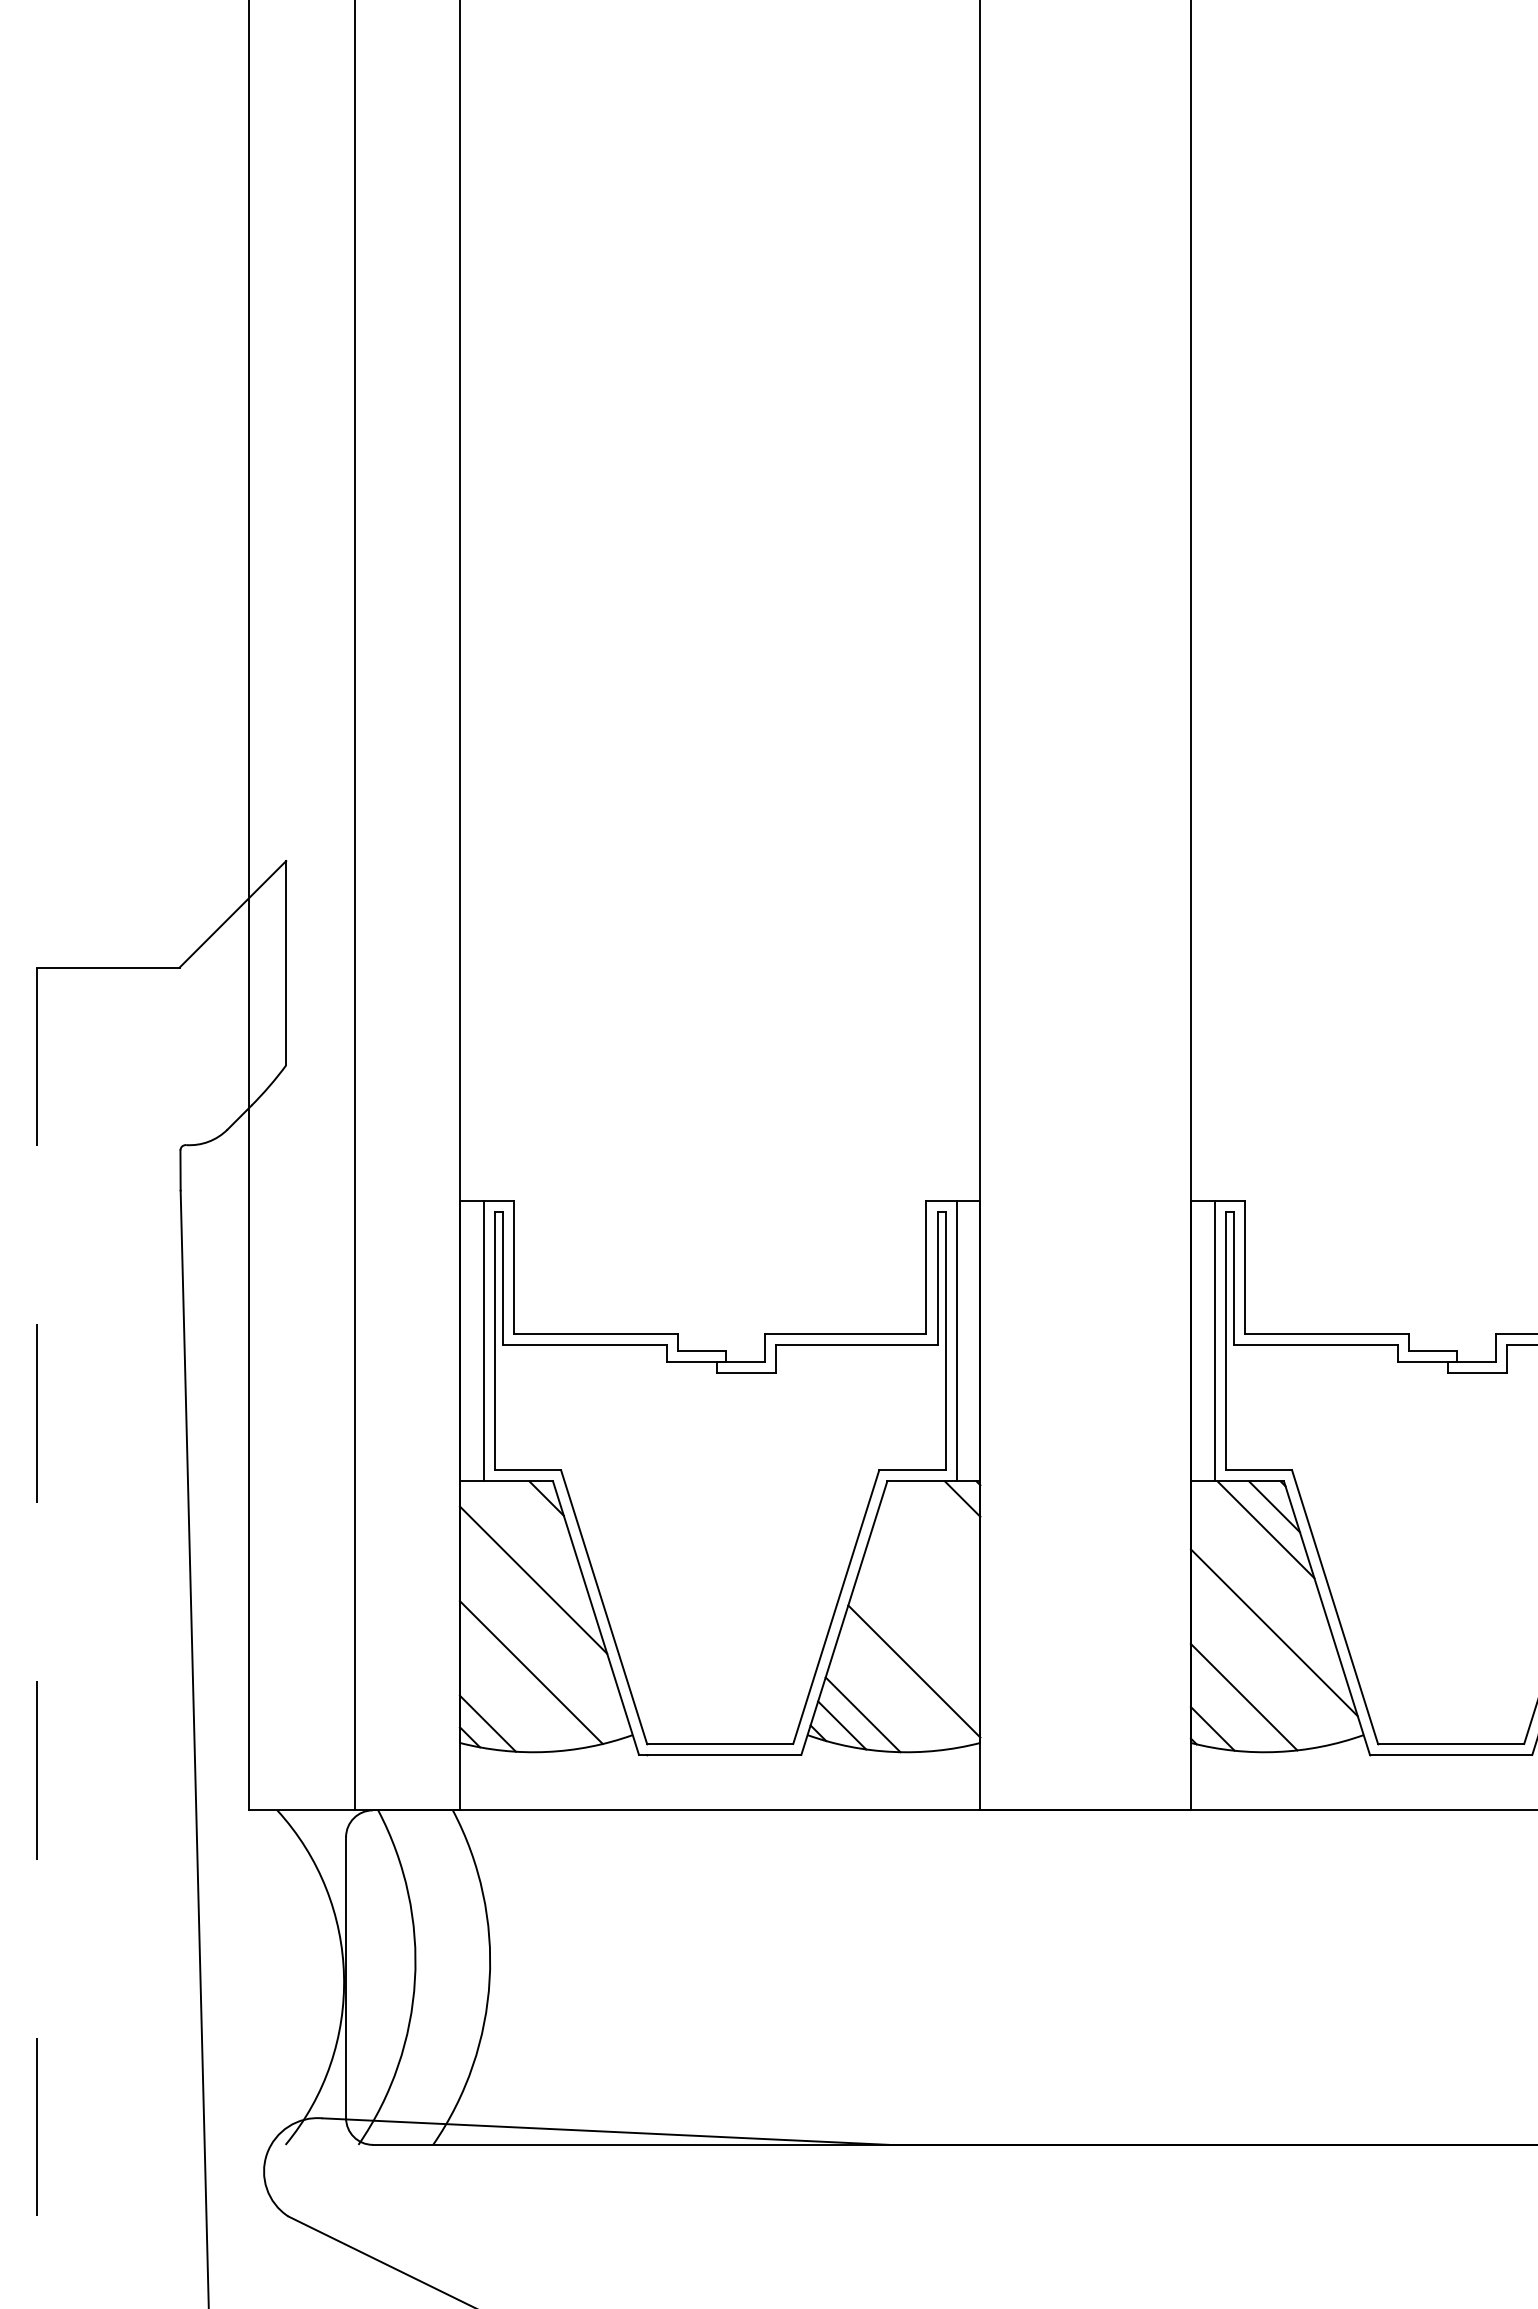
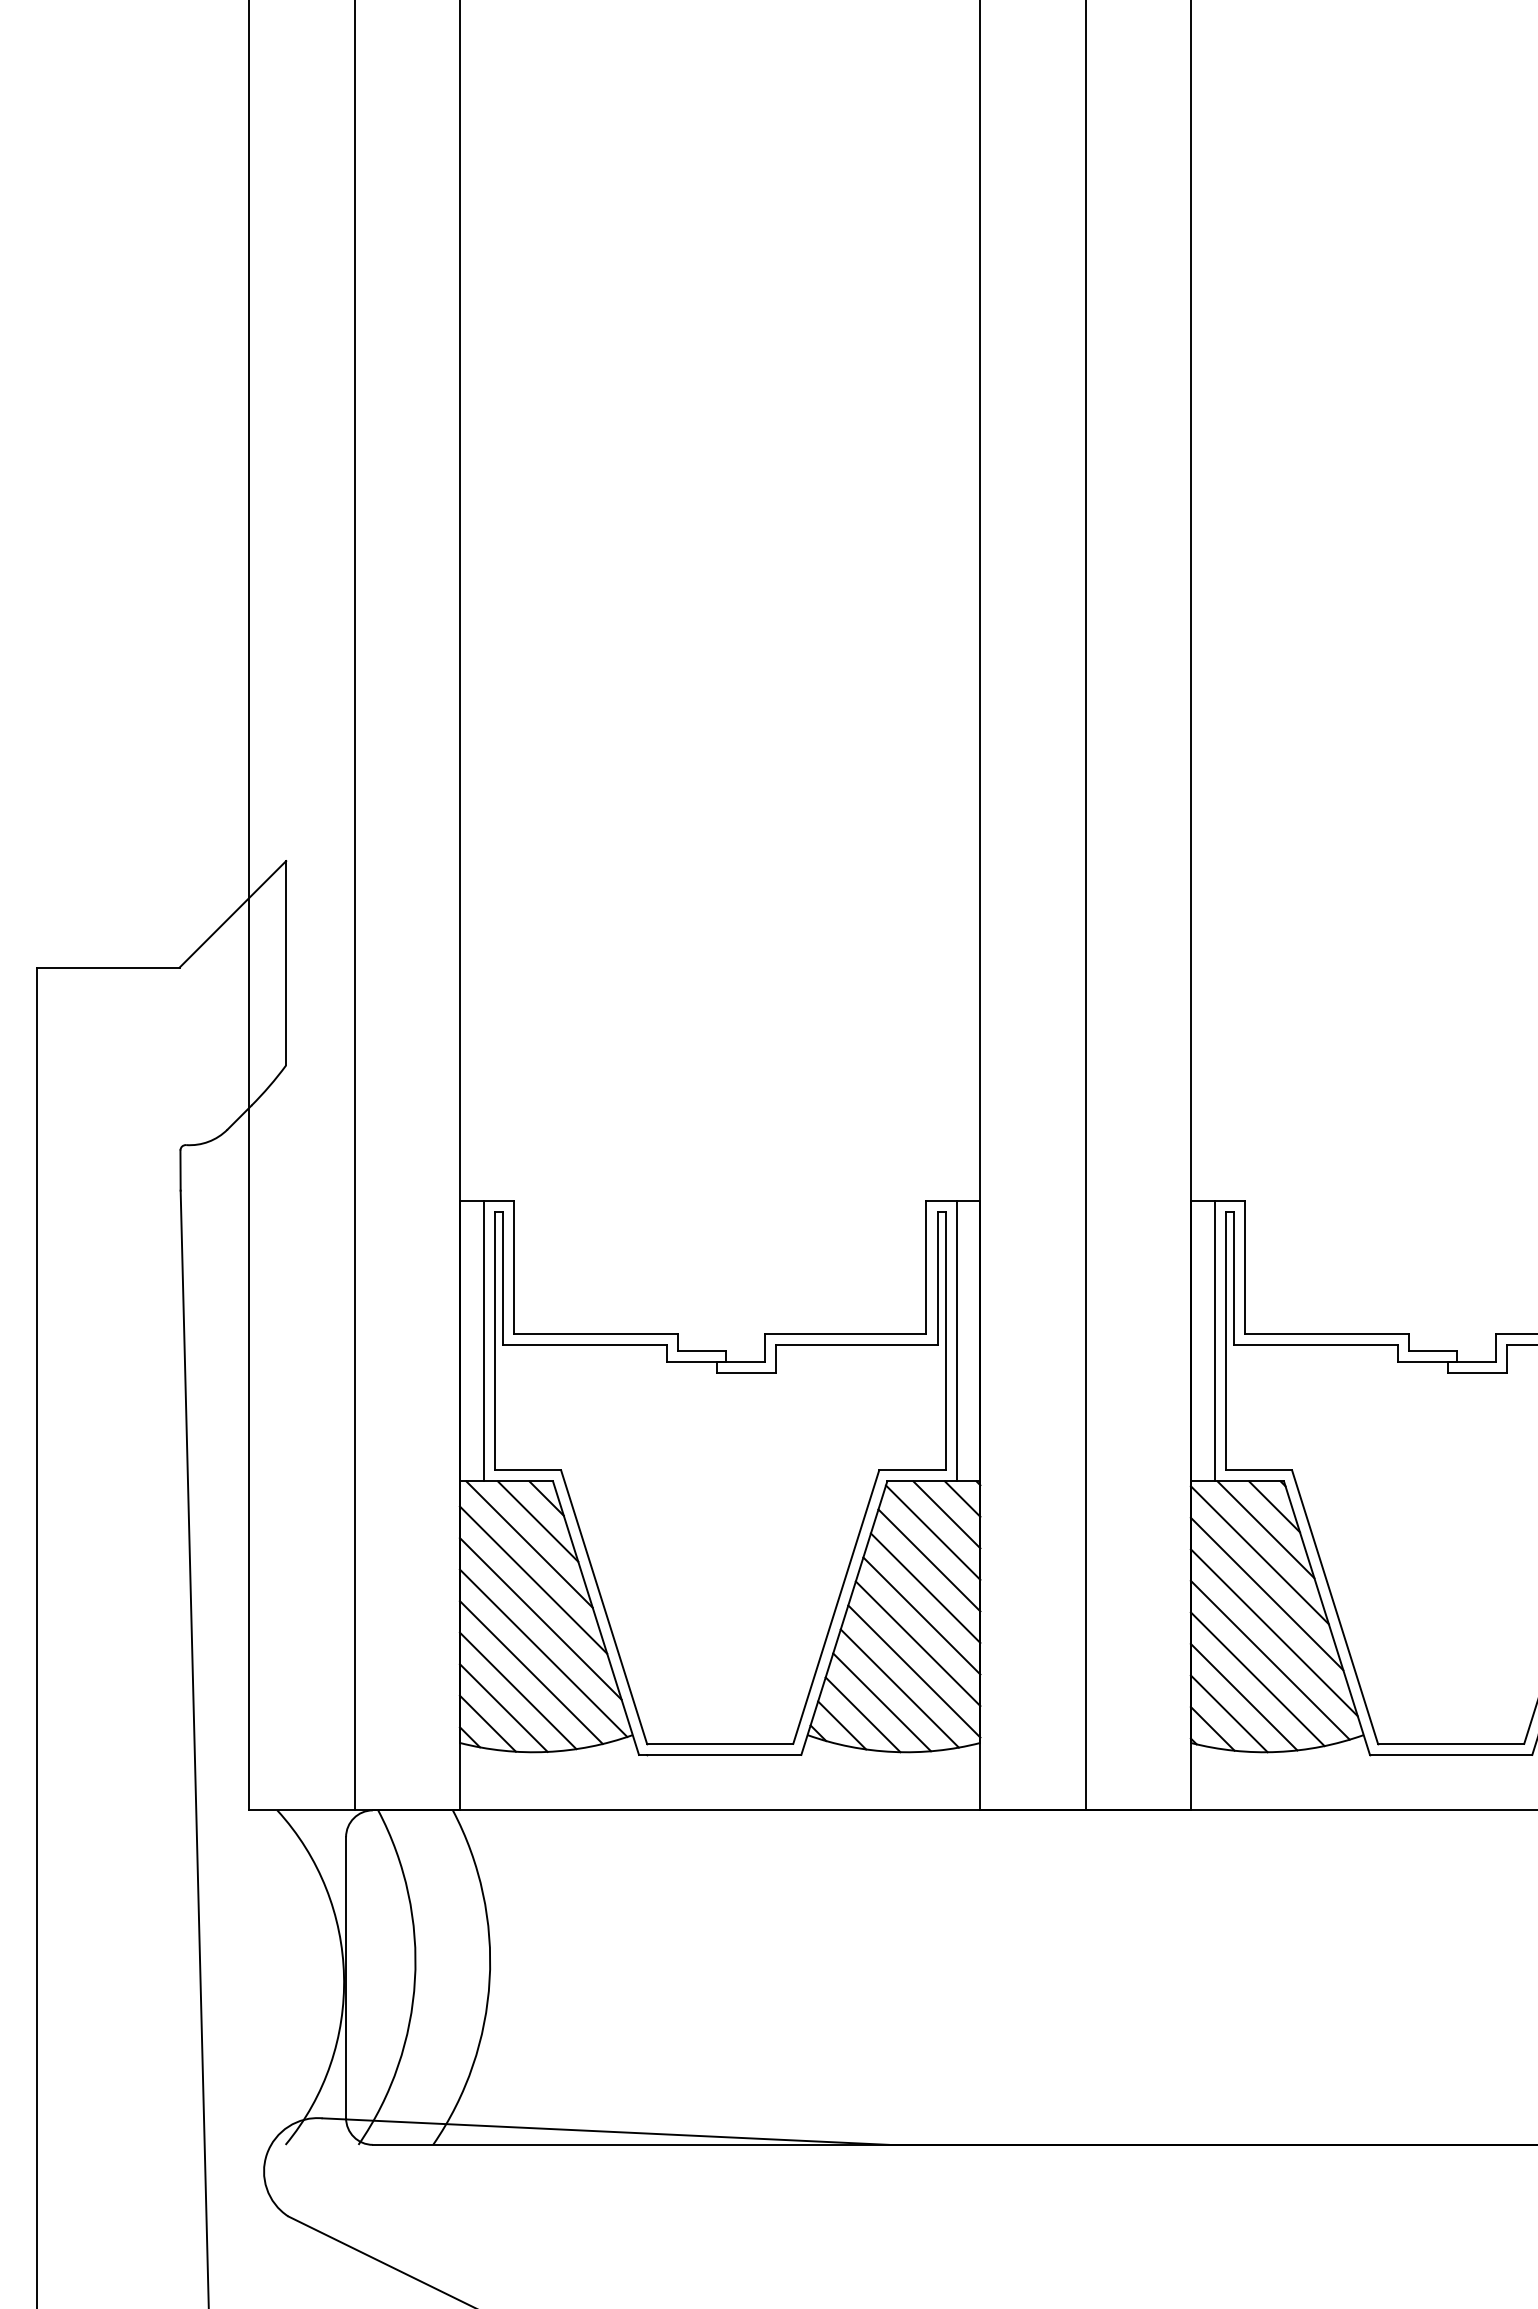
line at (1085, 906): none -> present
line at (946, 1514): none -> present
line at (537, 1521): none -> present
line at (933, 1532): none -> present
line at (529, 1544): none -> present
line at (1259, 1555): none -> present
line at (929, 1560): none -> present
line at (925, 1587): none -> present
line at (1266, 1593): none -> present
line at (921, 1615): none -> present
line at (540, 1618): none -> present
line at (36, 1638): dashed -> solid
line at (917, 1643): none -> present
line at (543, 1652): none -> present
line at (1269, 1659): none -> present
line at (1257, 1679): none -> present
line at (899, 1688): none -> present
line at (517, 1690): none -> present
line at (882, 1702): none -> present
line at (503, 1707): none -> present
line at (1228, 1713): none -> present
